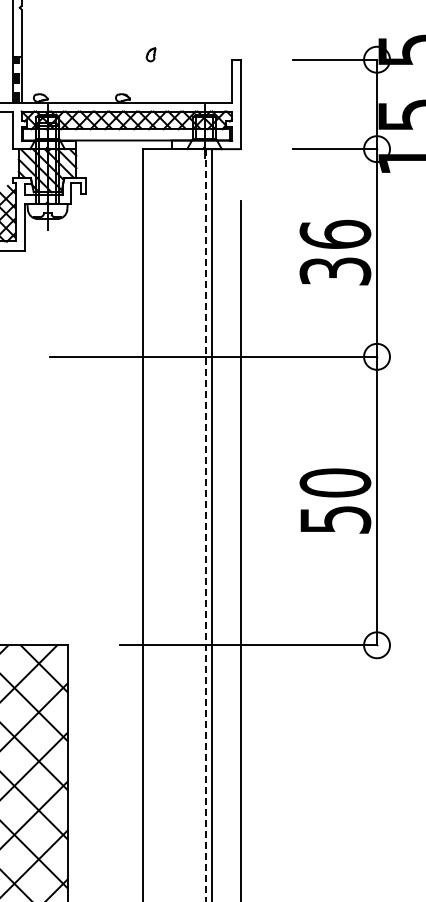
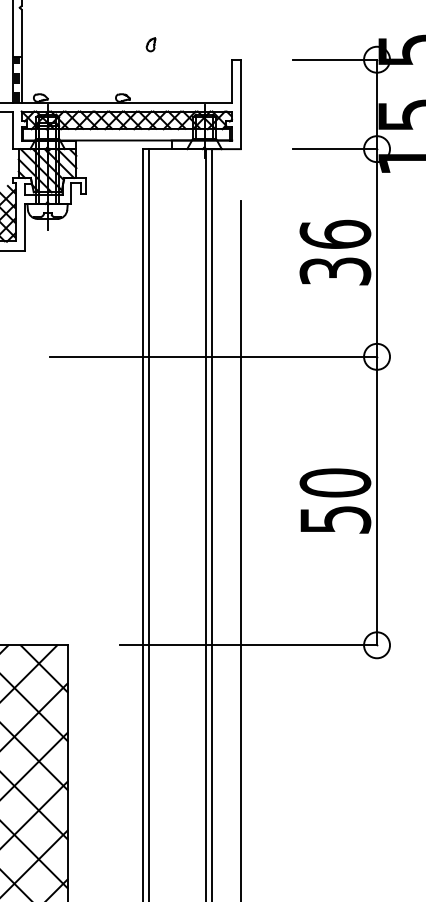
part at (150, 54) position: (150, 54) -> (150, 44)
line at (148, 523): none -> present
line at (206, 526): dashed -> solid
